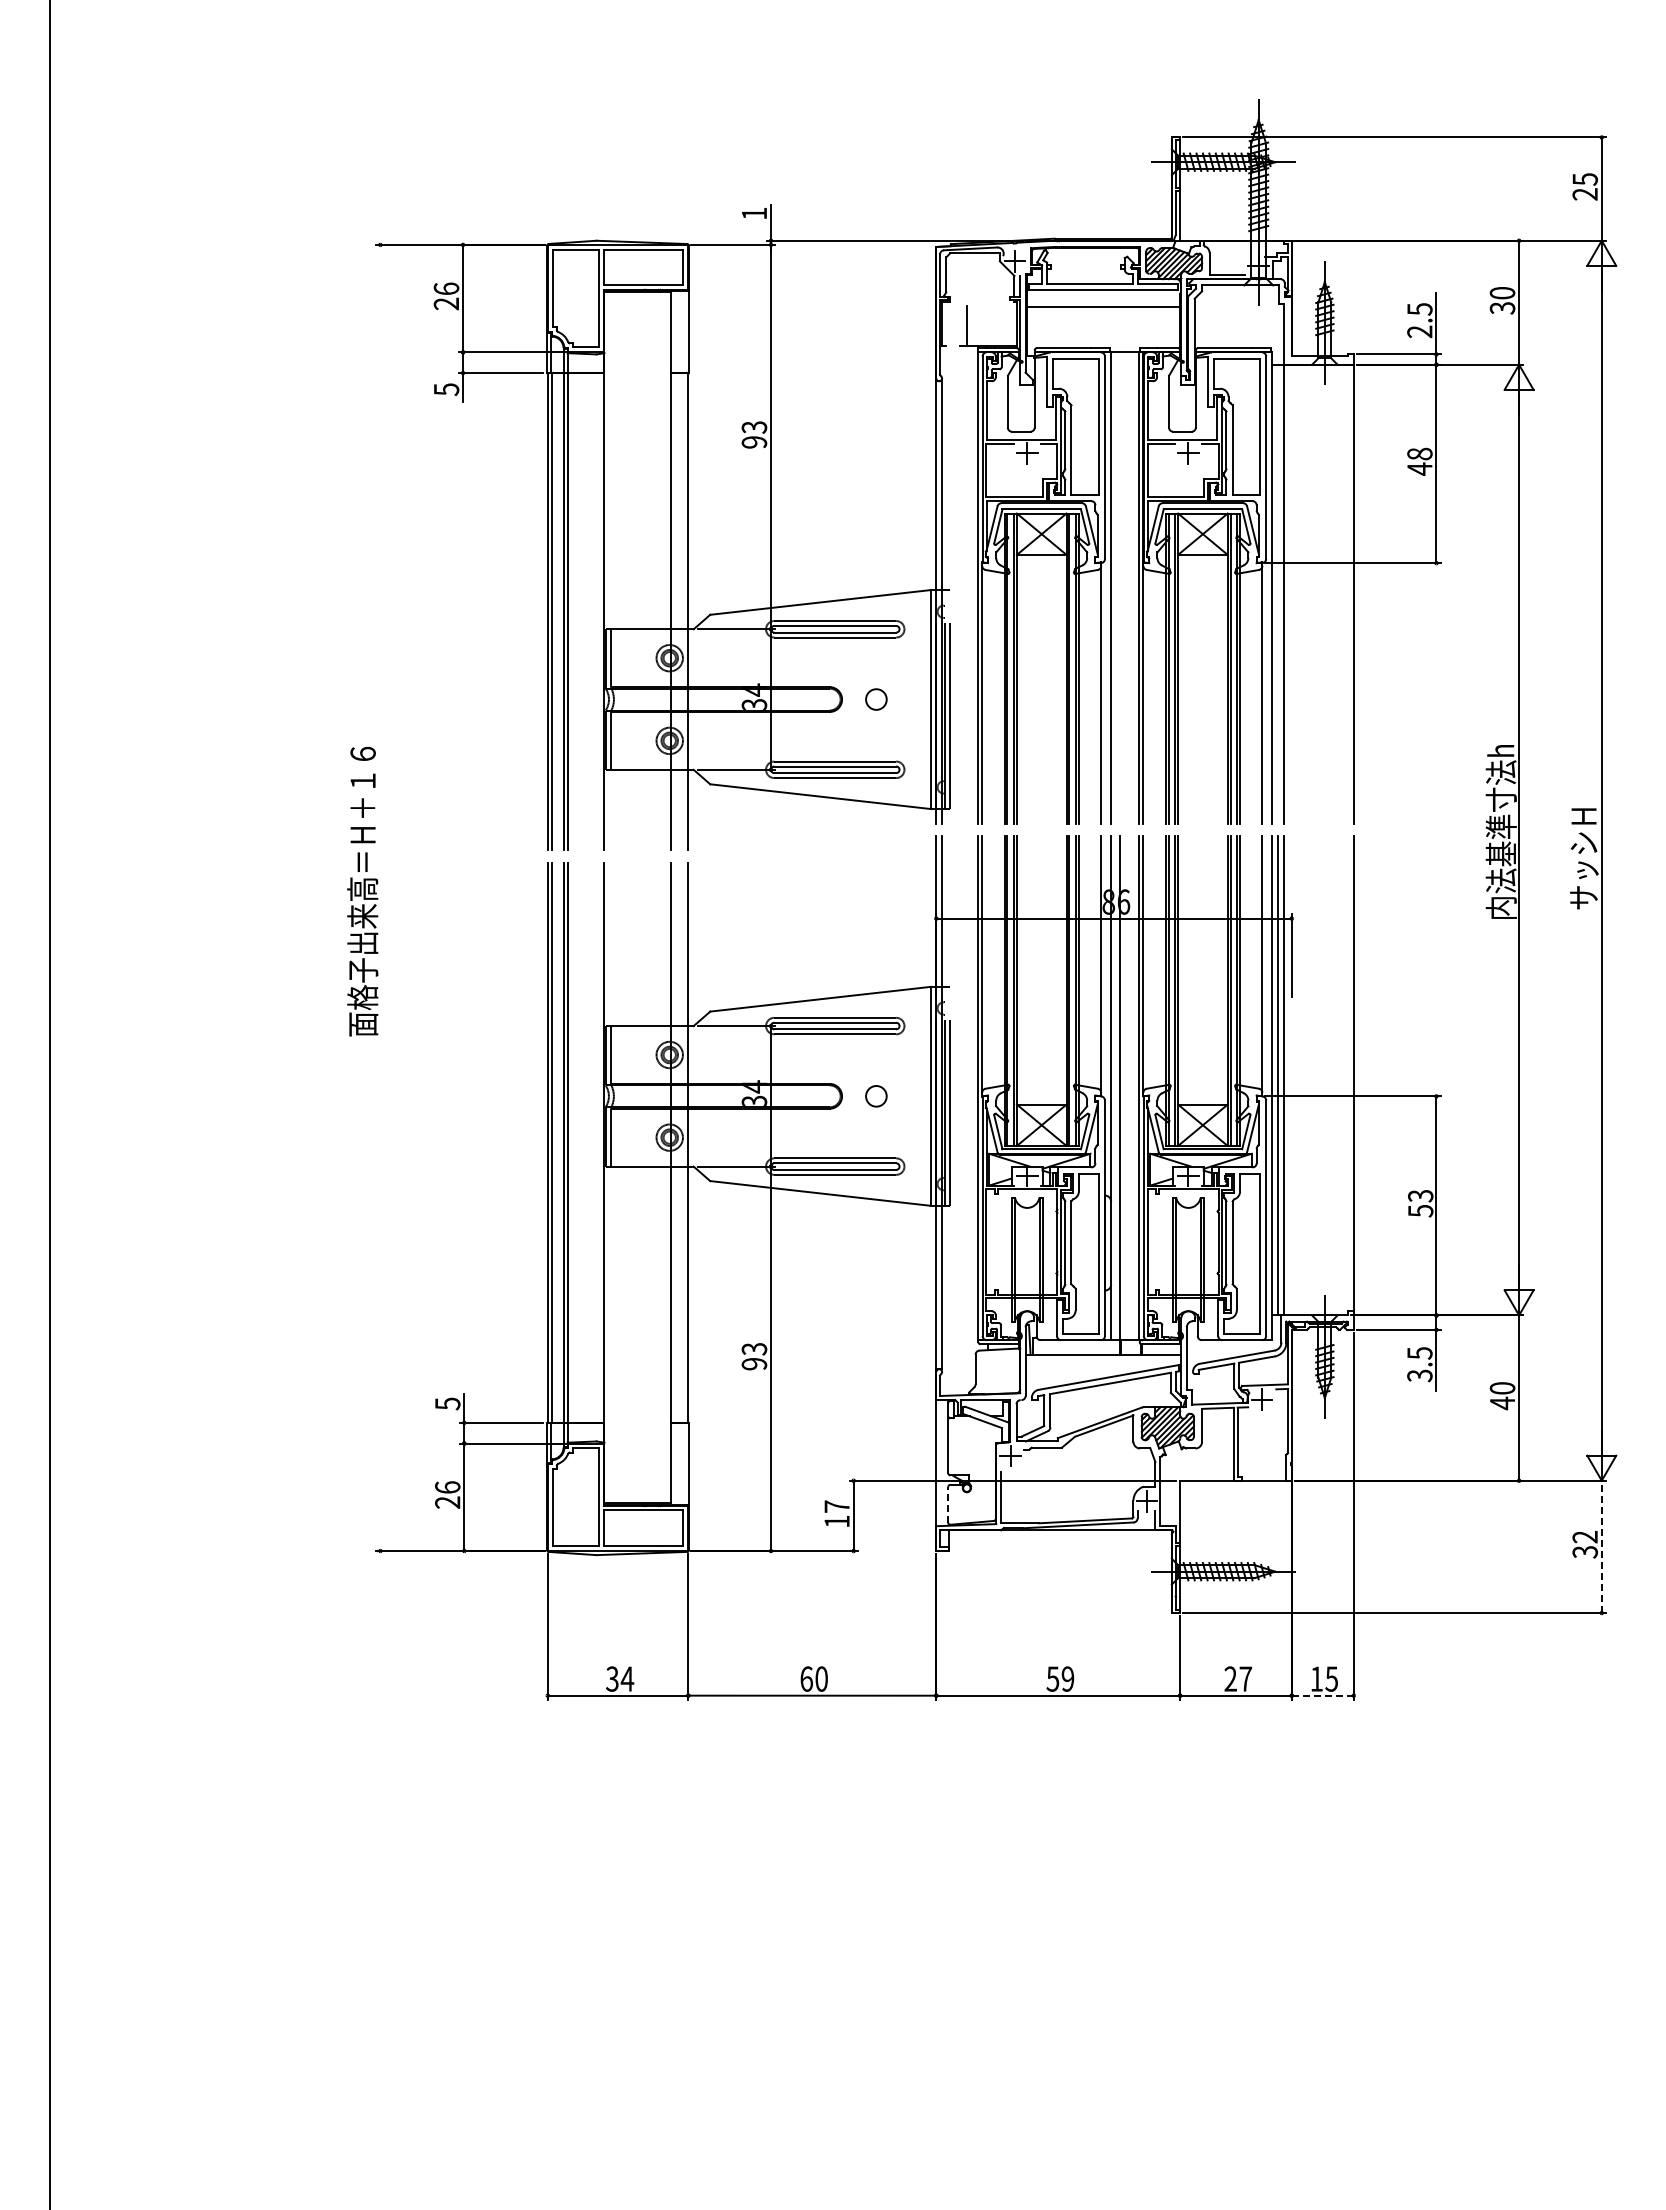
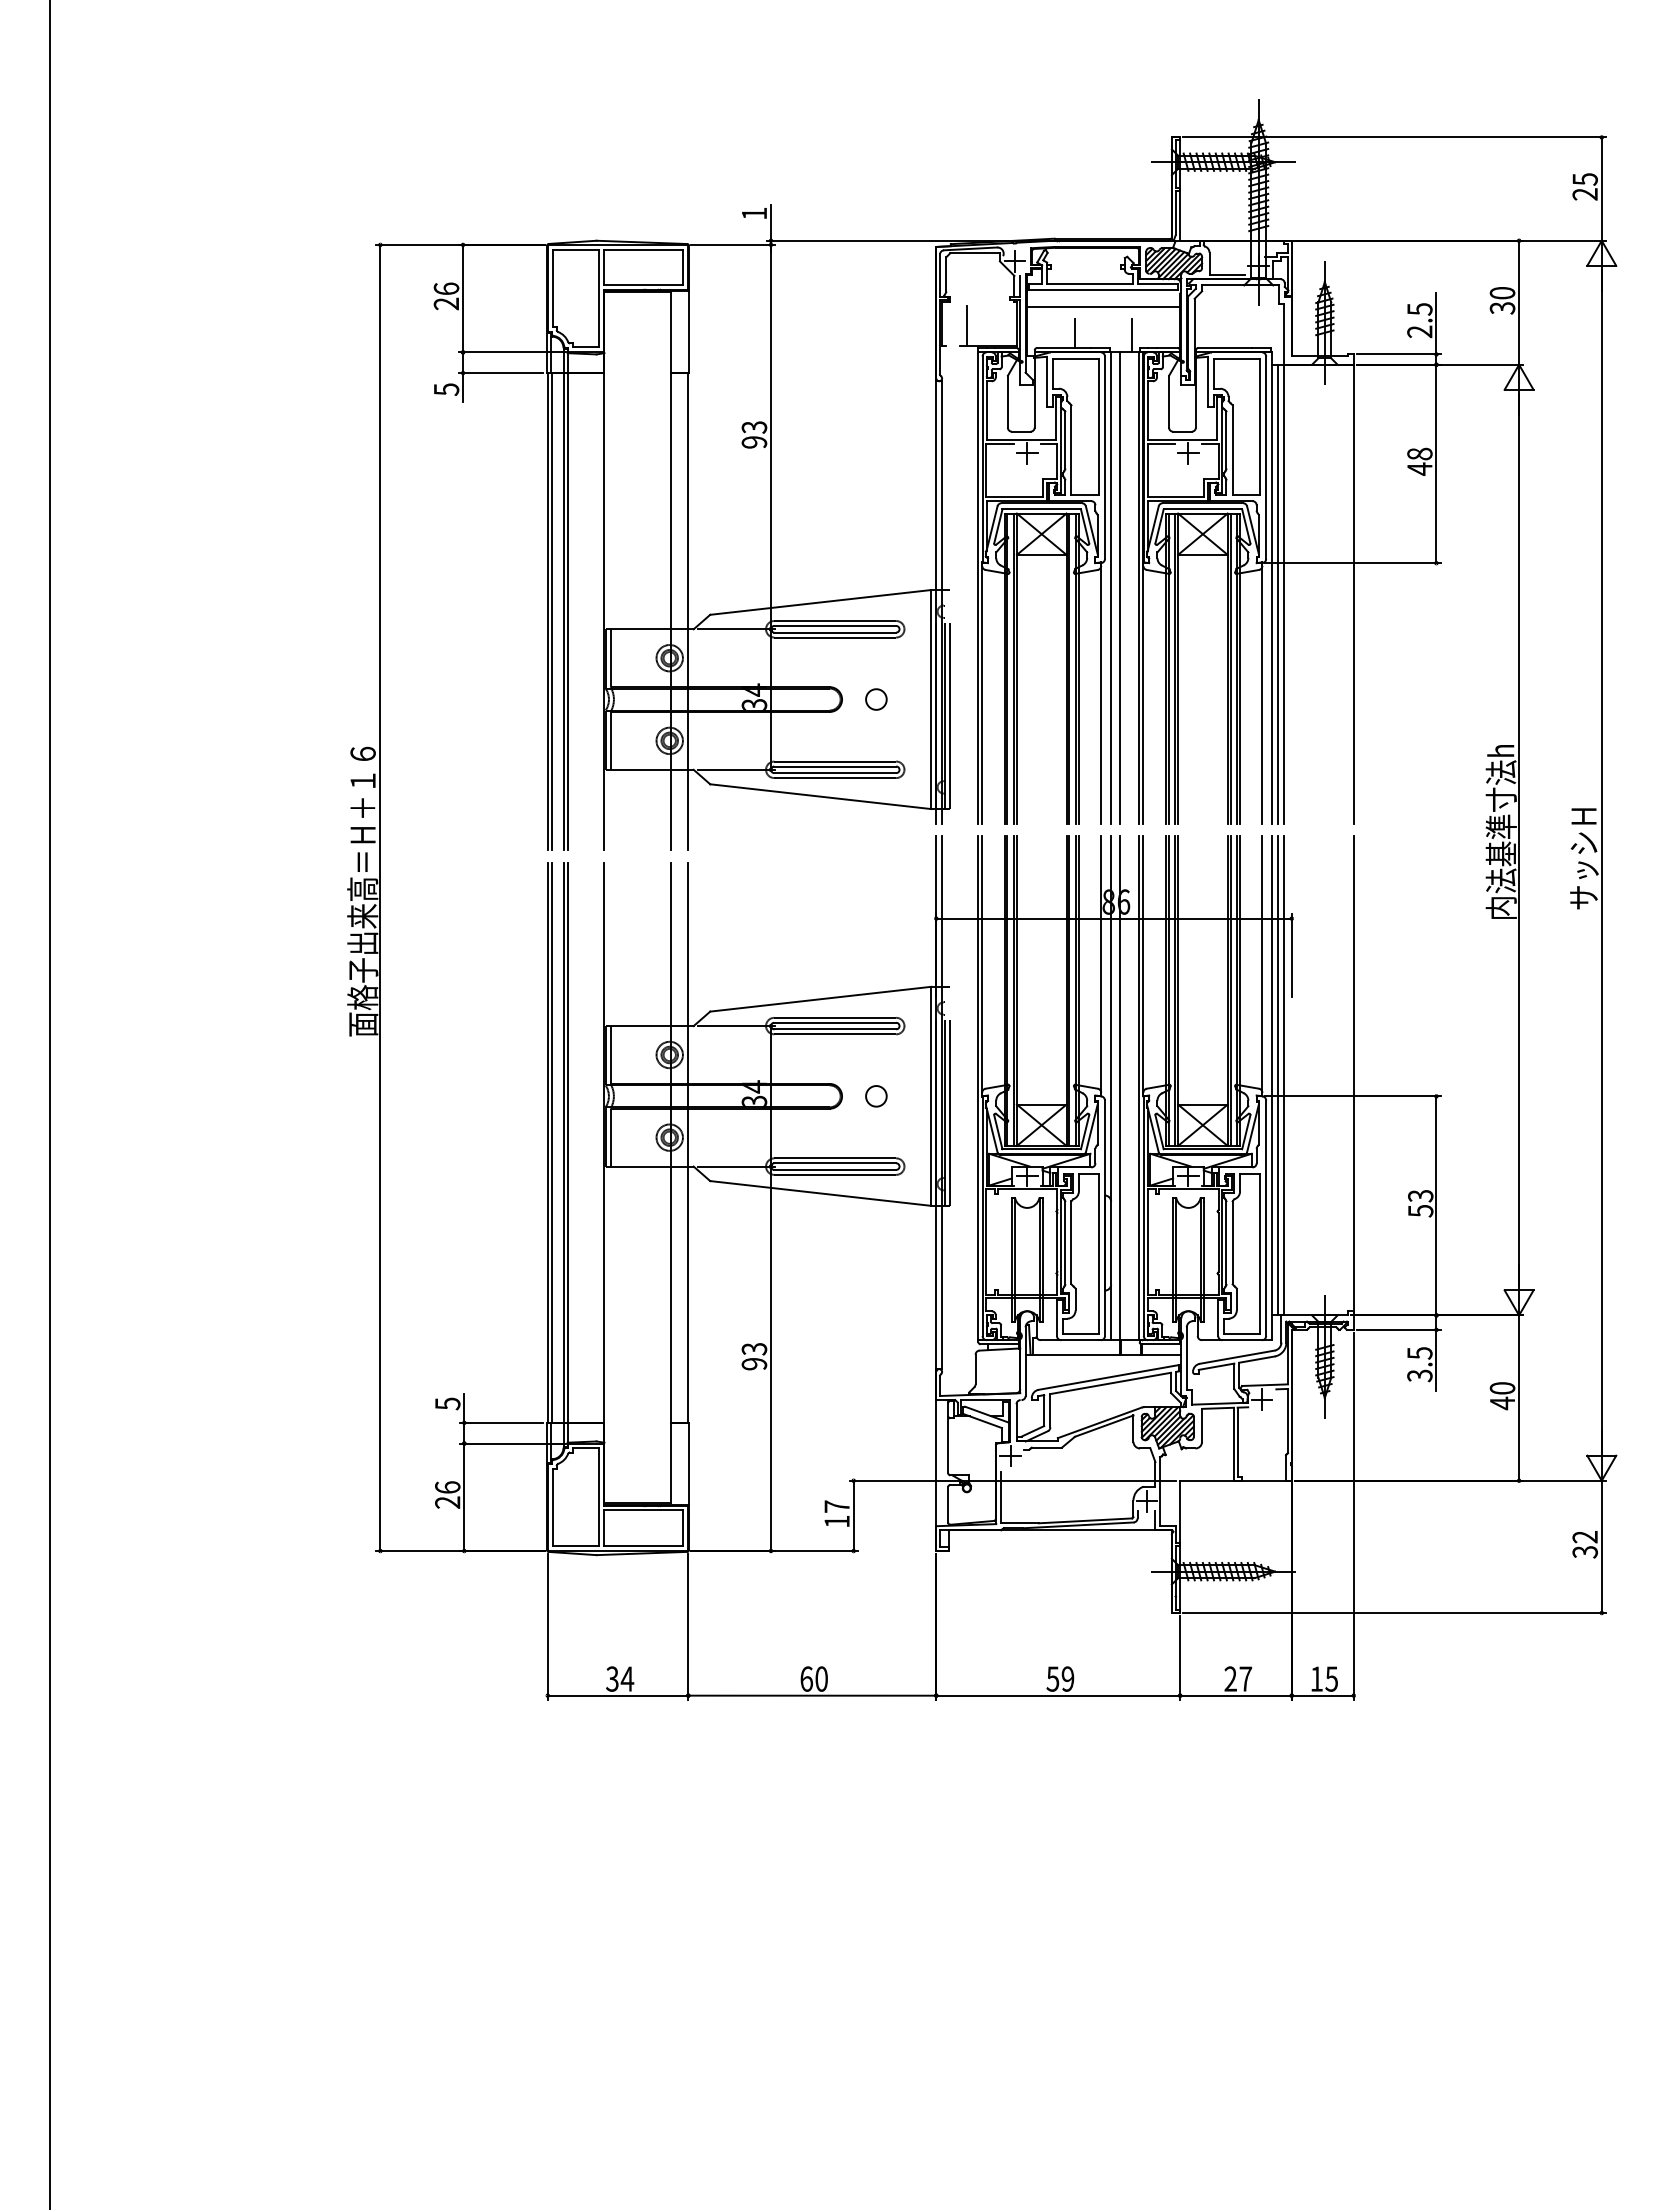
line at (1074, 333): none -> present
line at (1132, 335): none -> present
line at (1120, 587): none -> present
line at (1277, 593): none -> present
line at (380, 897): none -> present
line at (948, 1504): dashed -> solid
line at (1601, 1546): dashed -> solid
line at (1322, 1695): dashed -> solid
